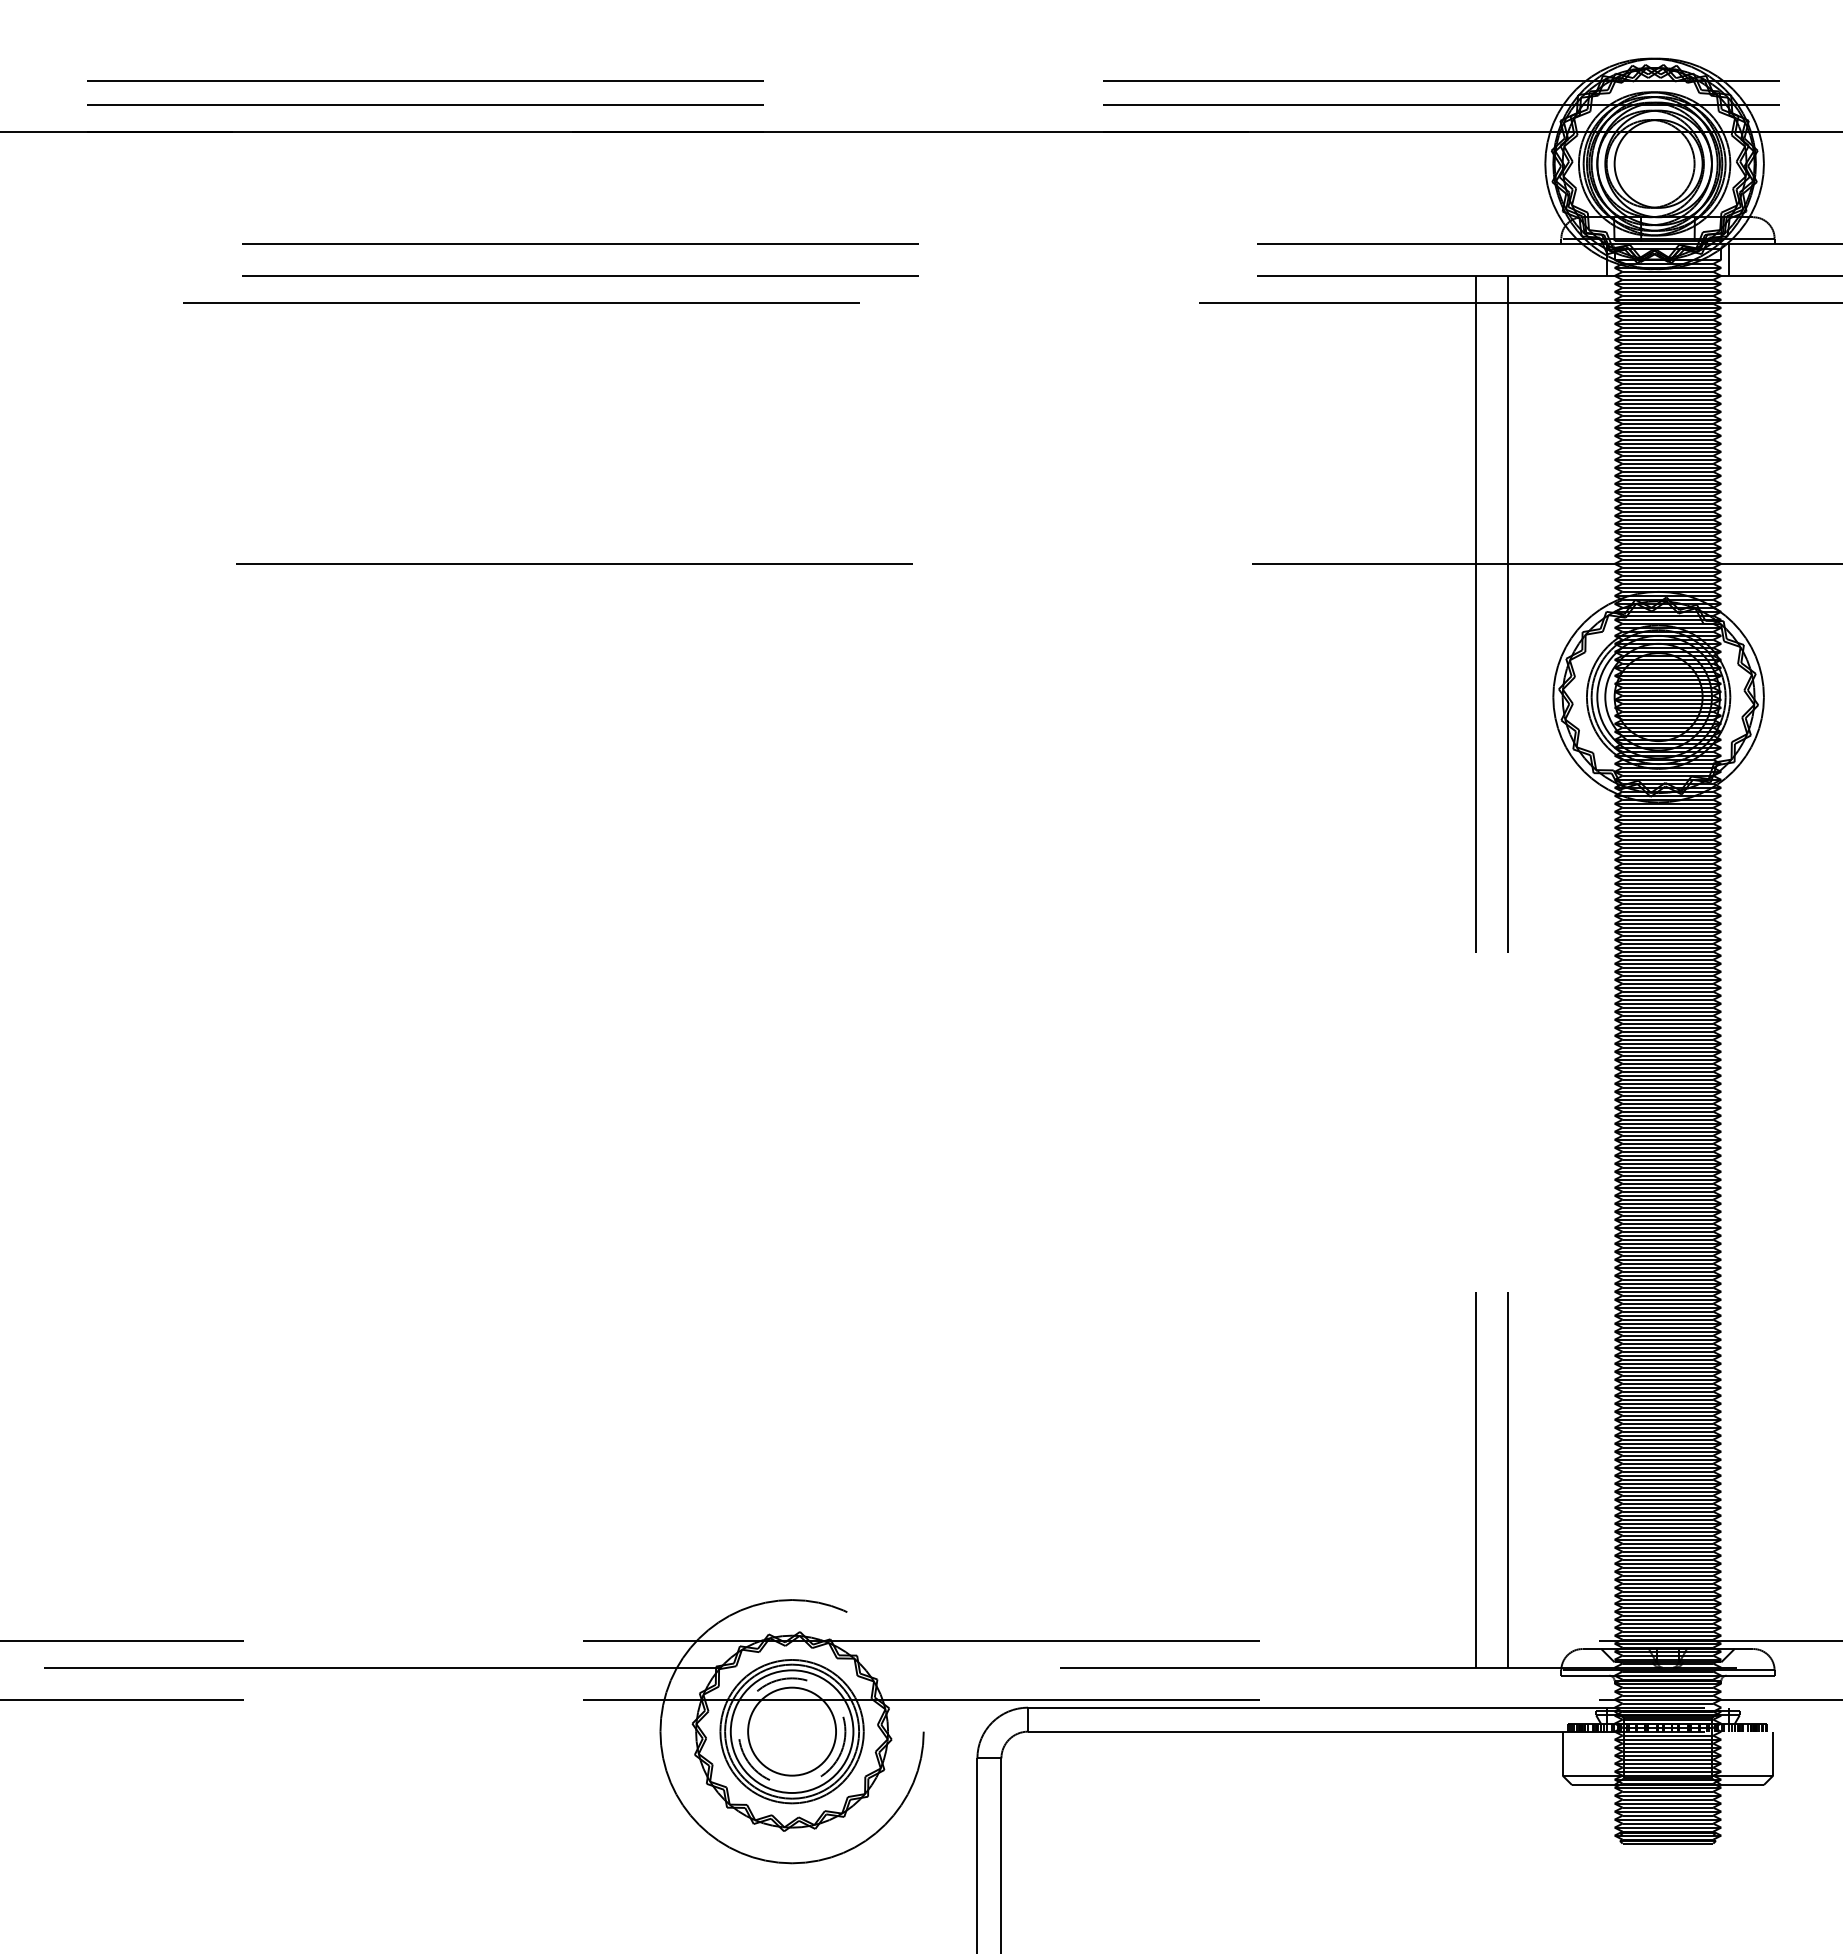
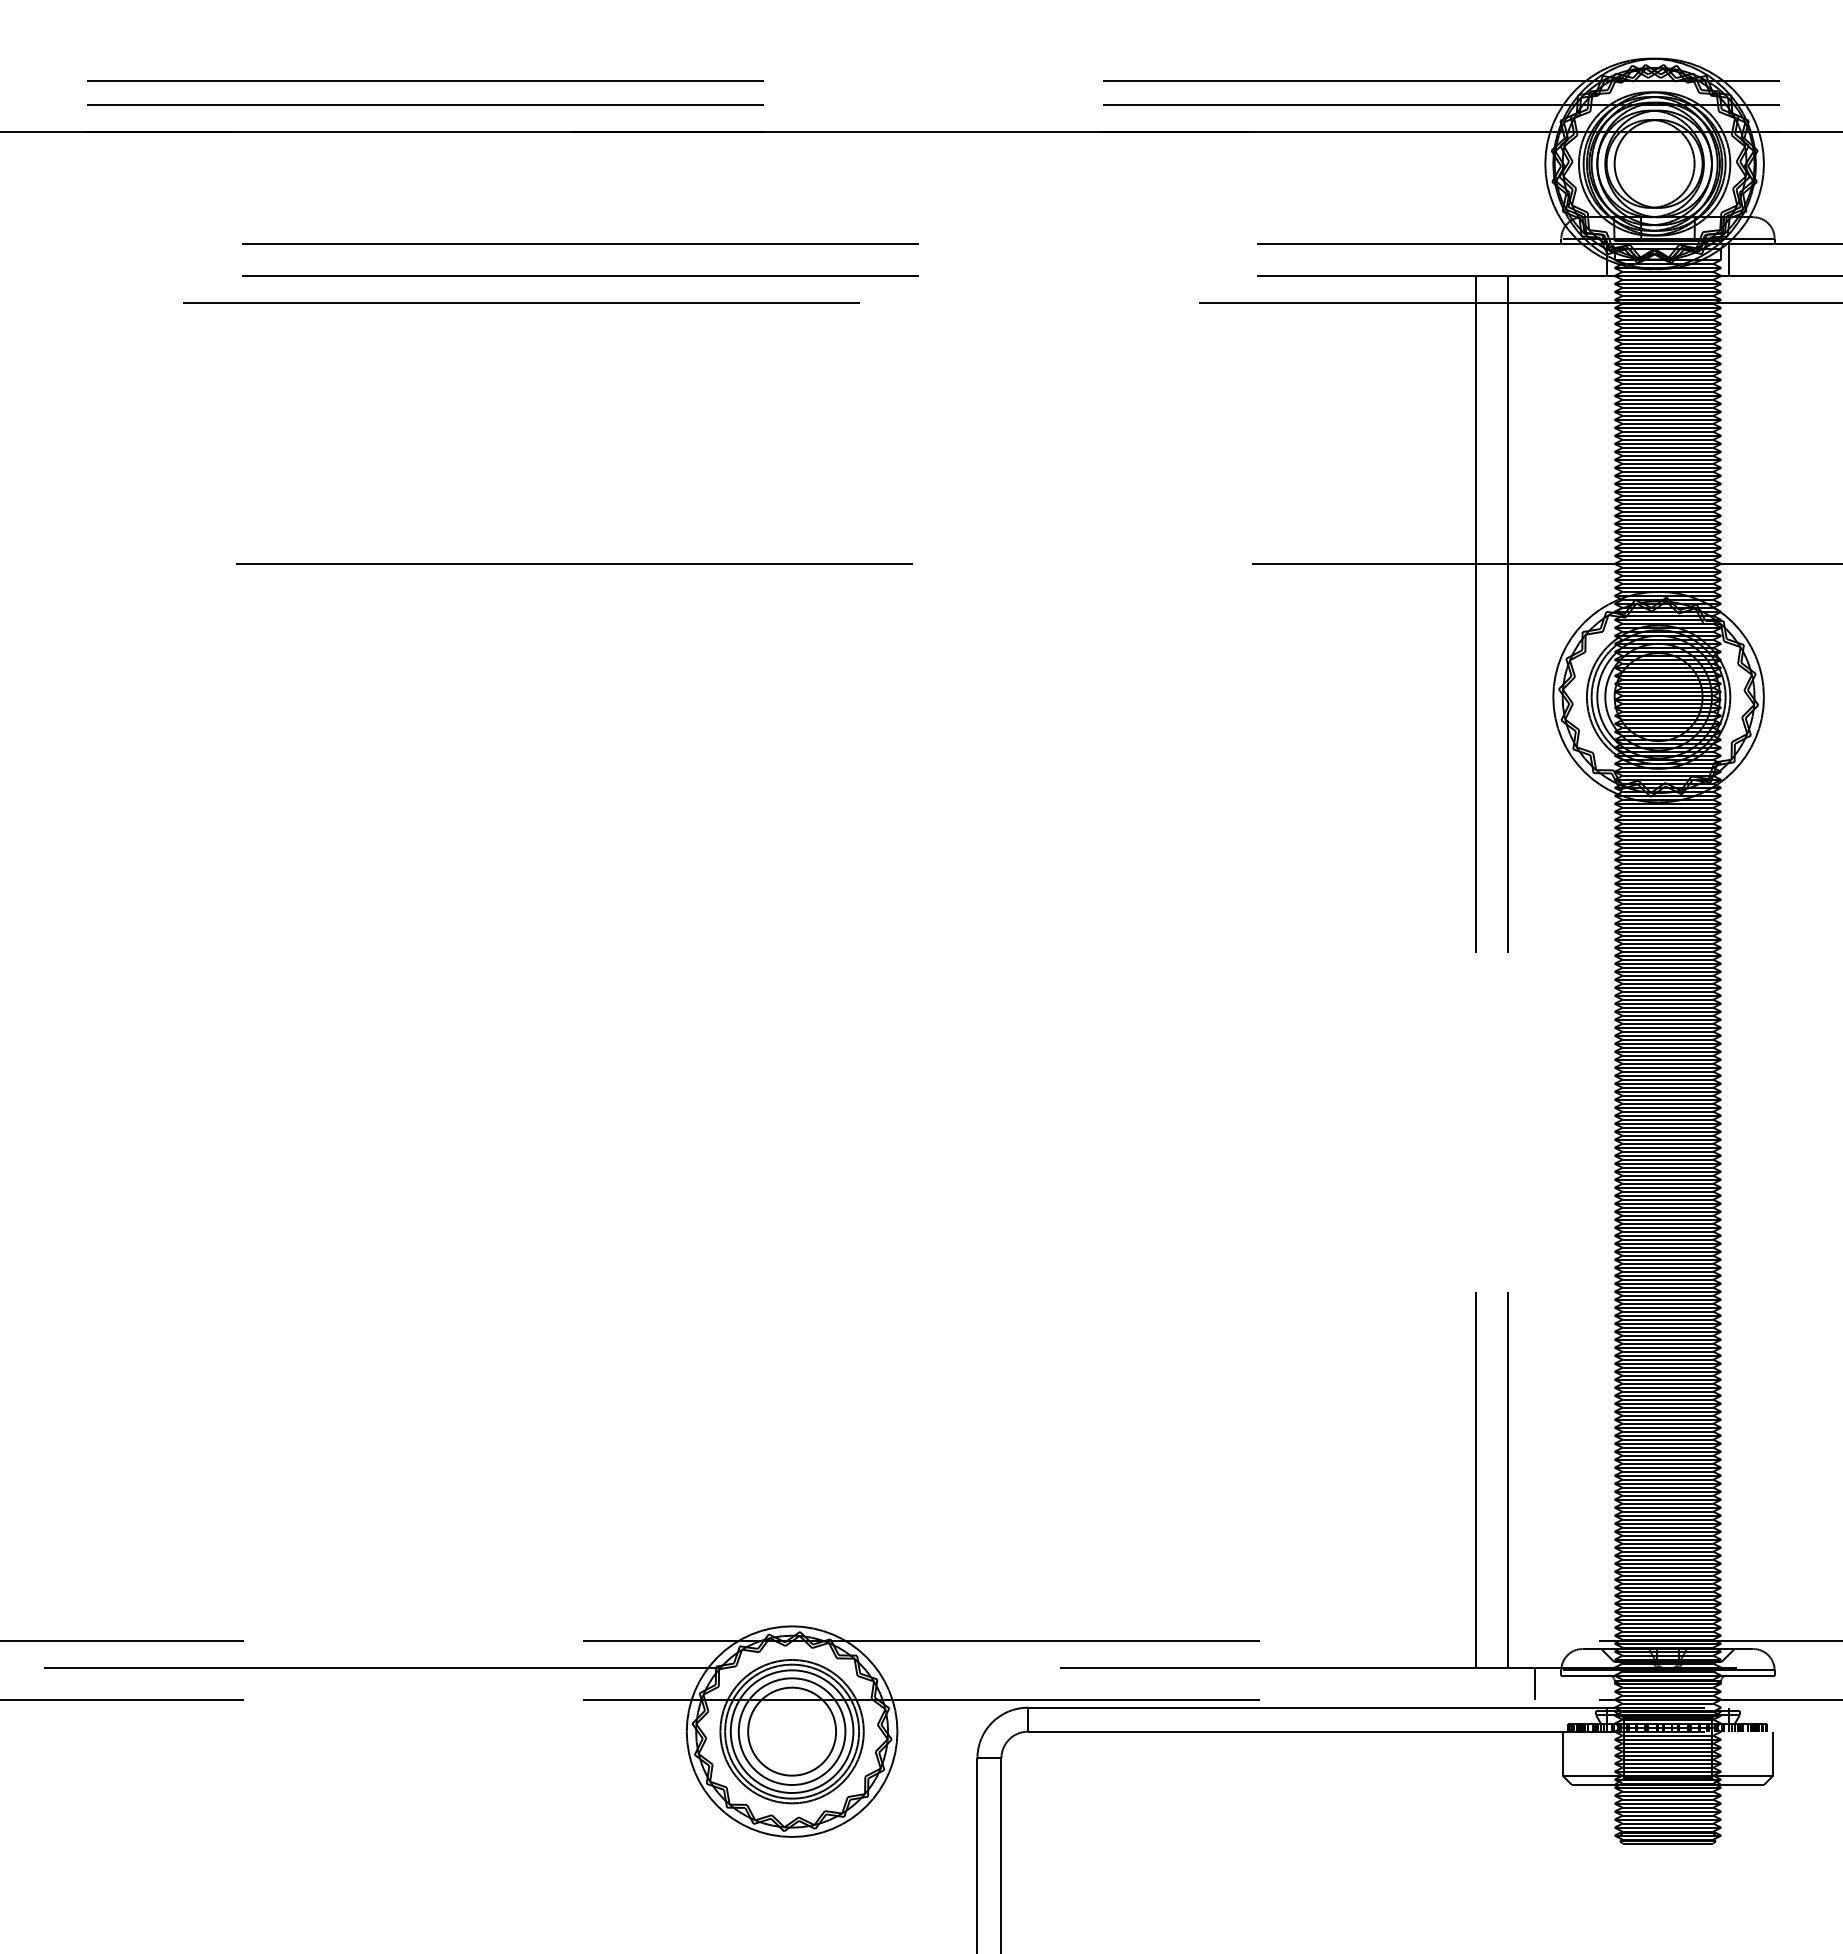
line at (1534, 1683): none -> present
circle at (791, 1731) diameter: 263 px -> 211 px
circle at (791, 1731): dashed -> solid
